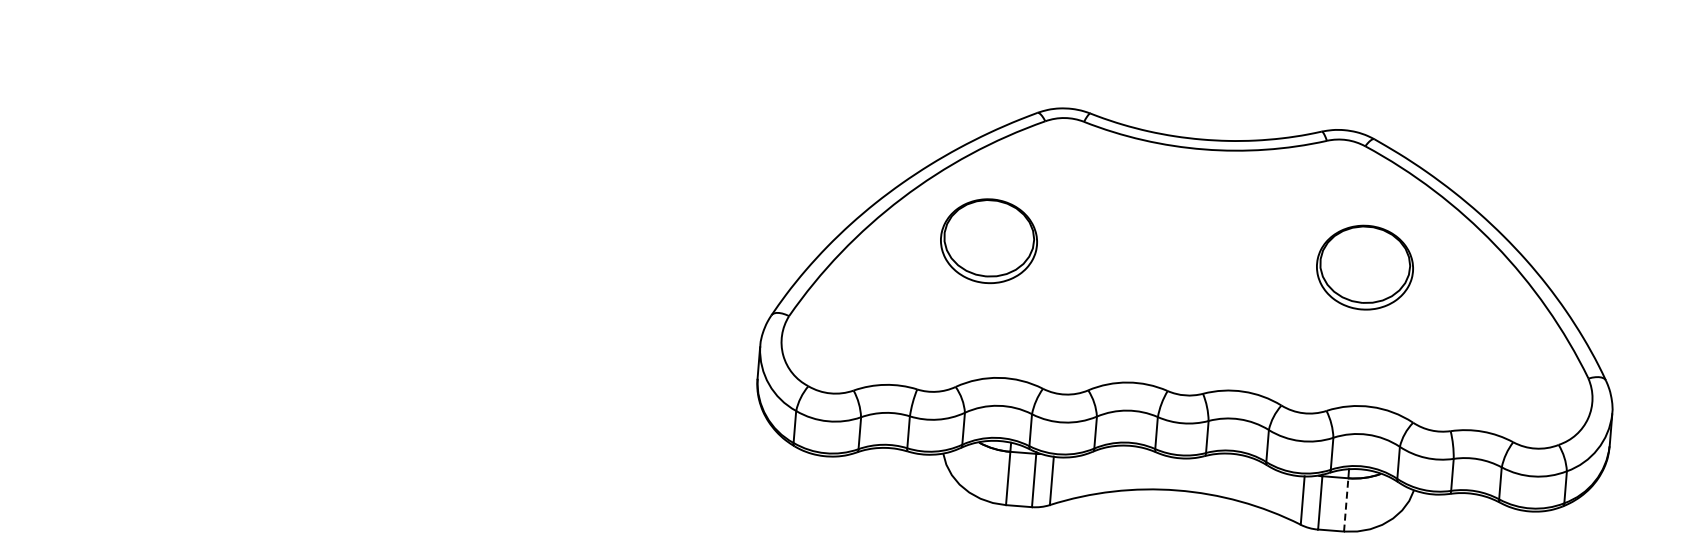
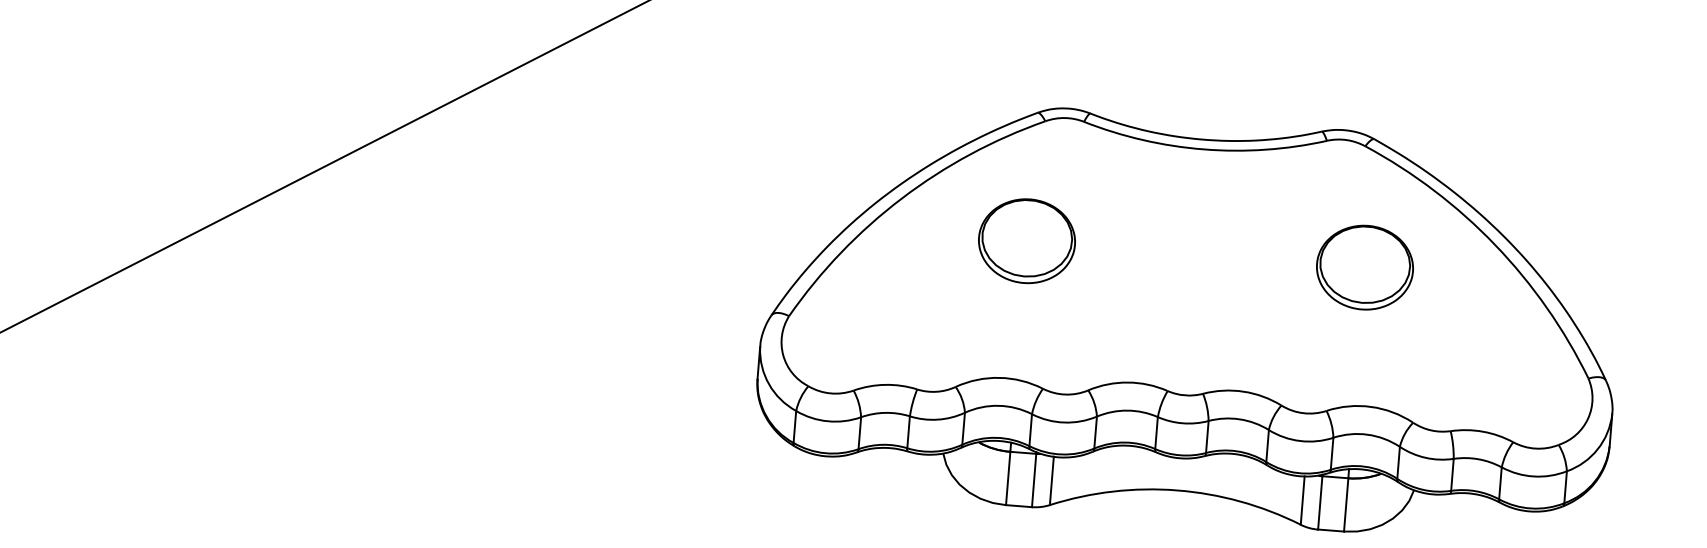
line at (324, 166): none -> present
part at (988, 241) position: (988, 241) -> (1026, 241)
line at (1346, 504): dashed -> solid
